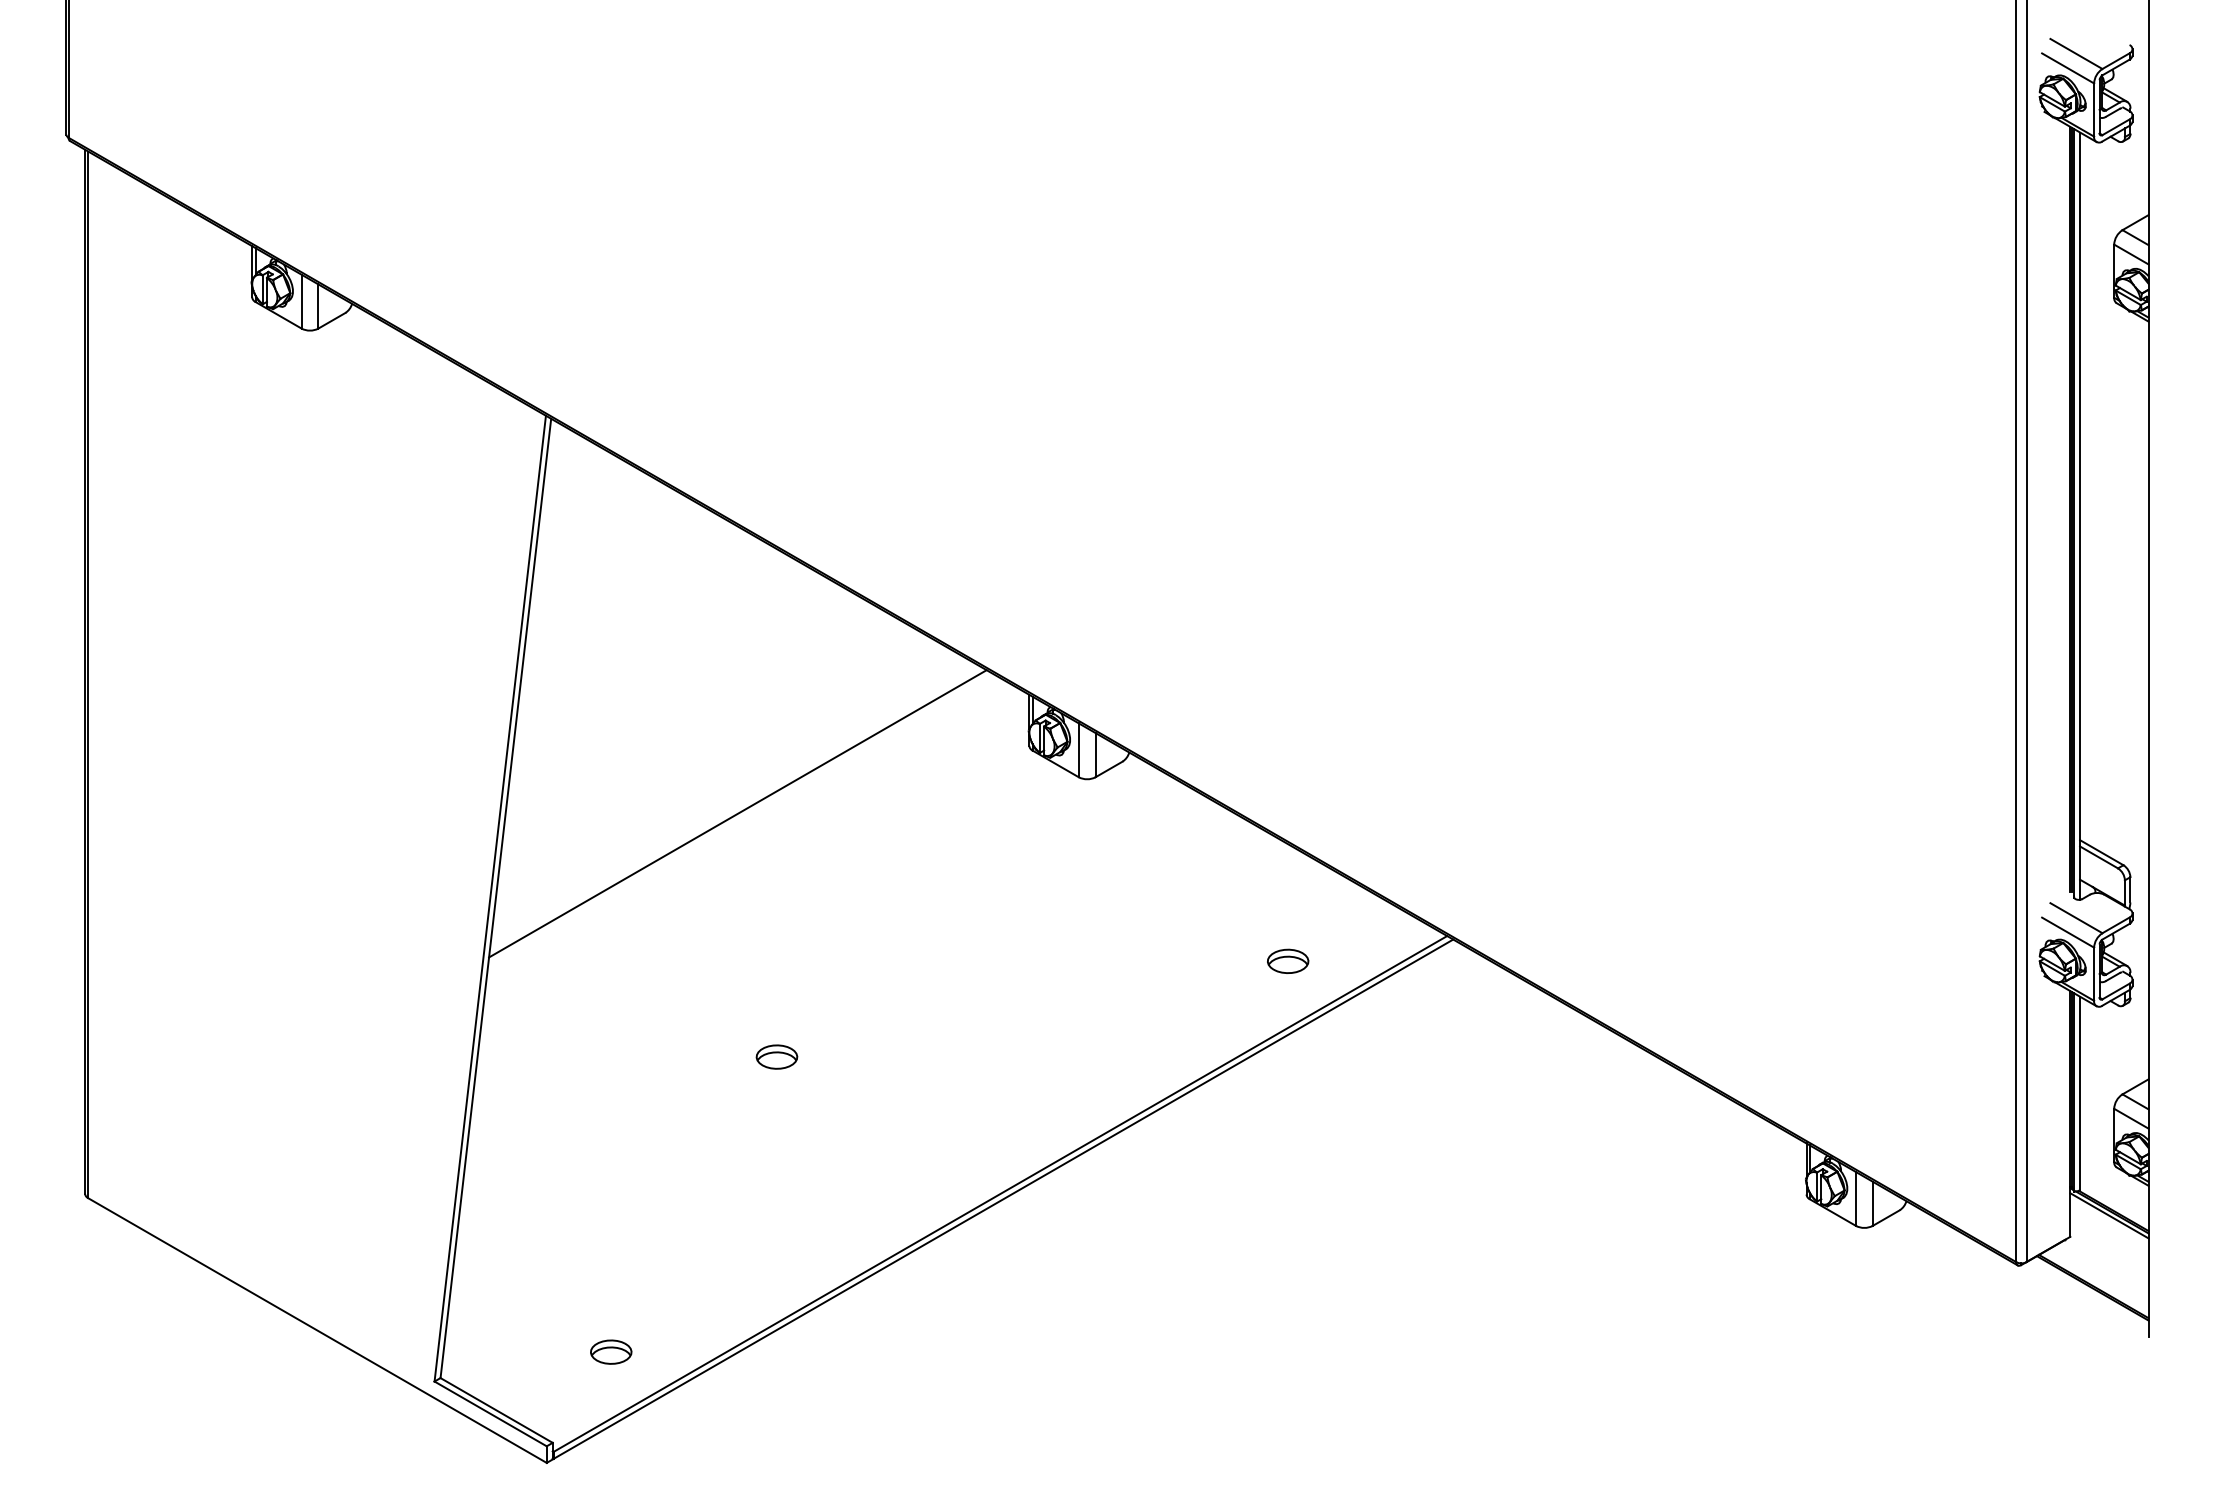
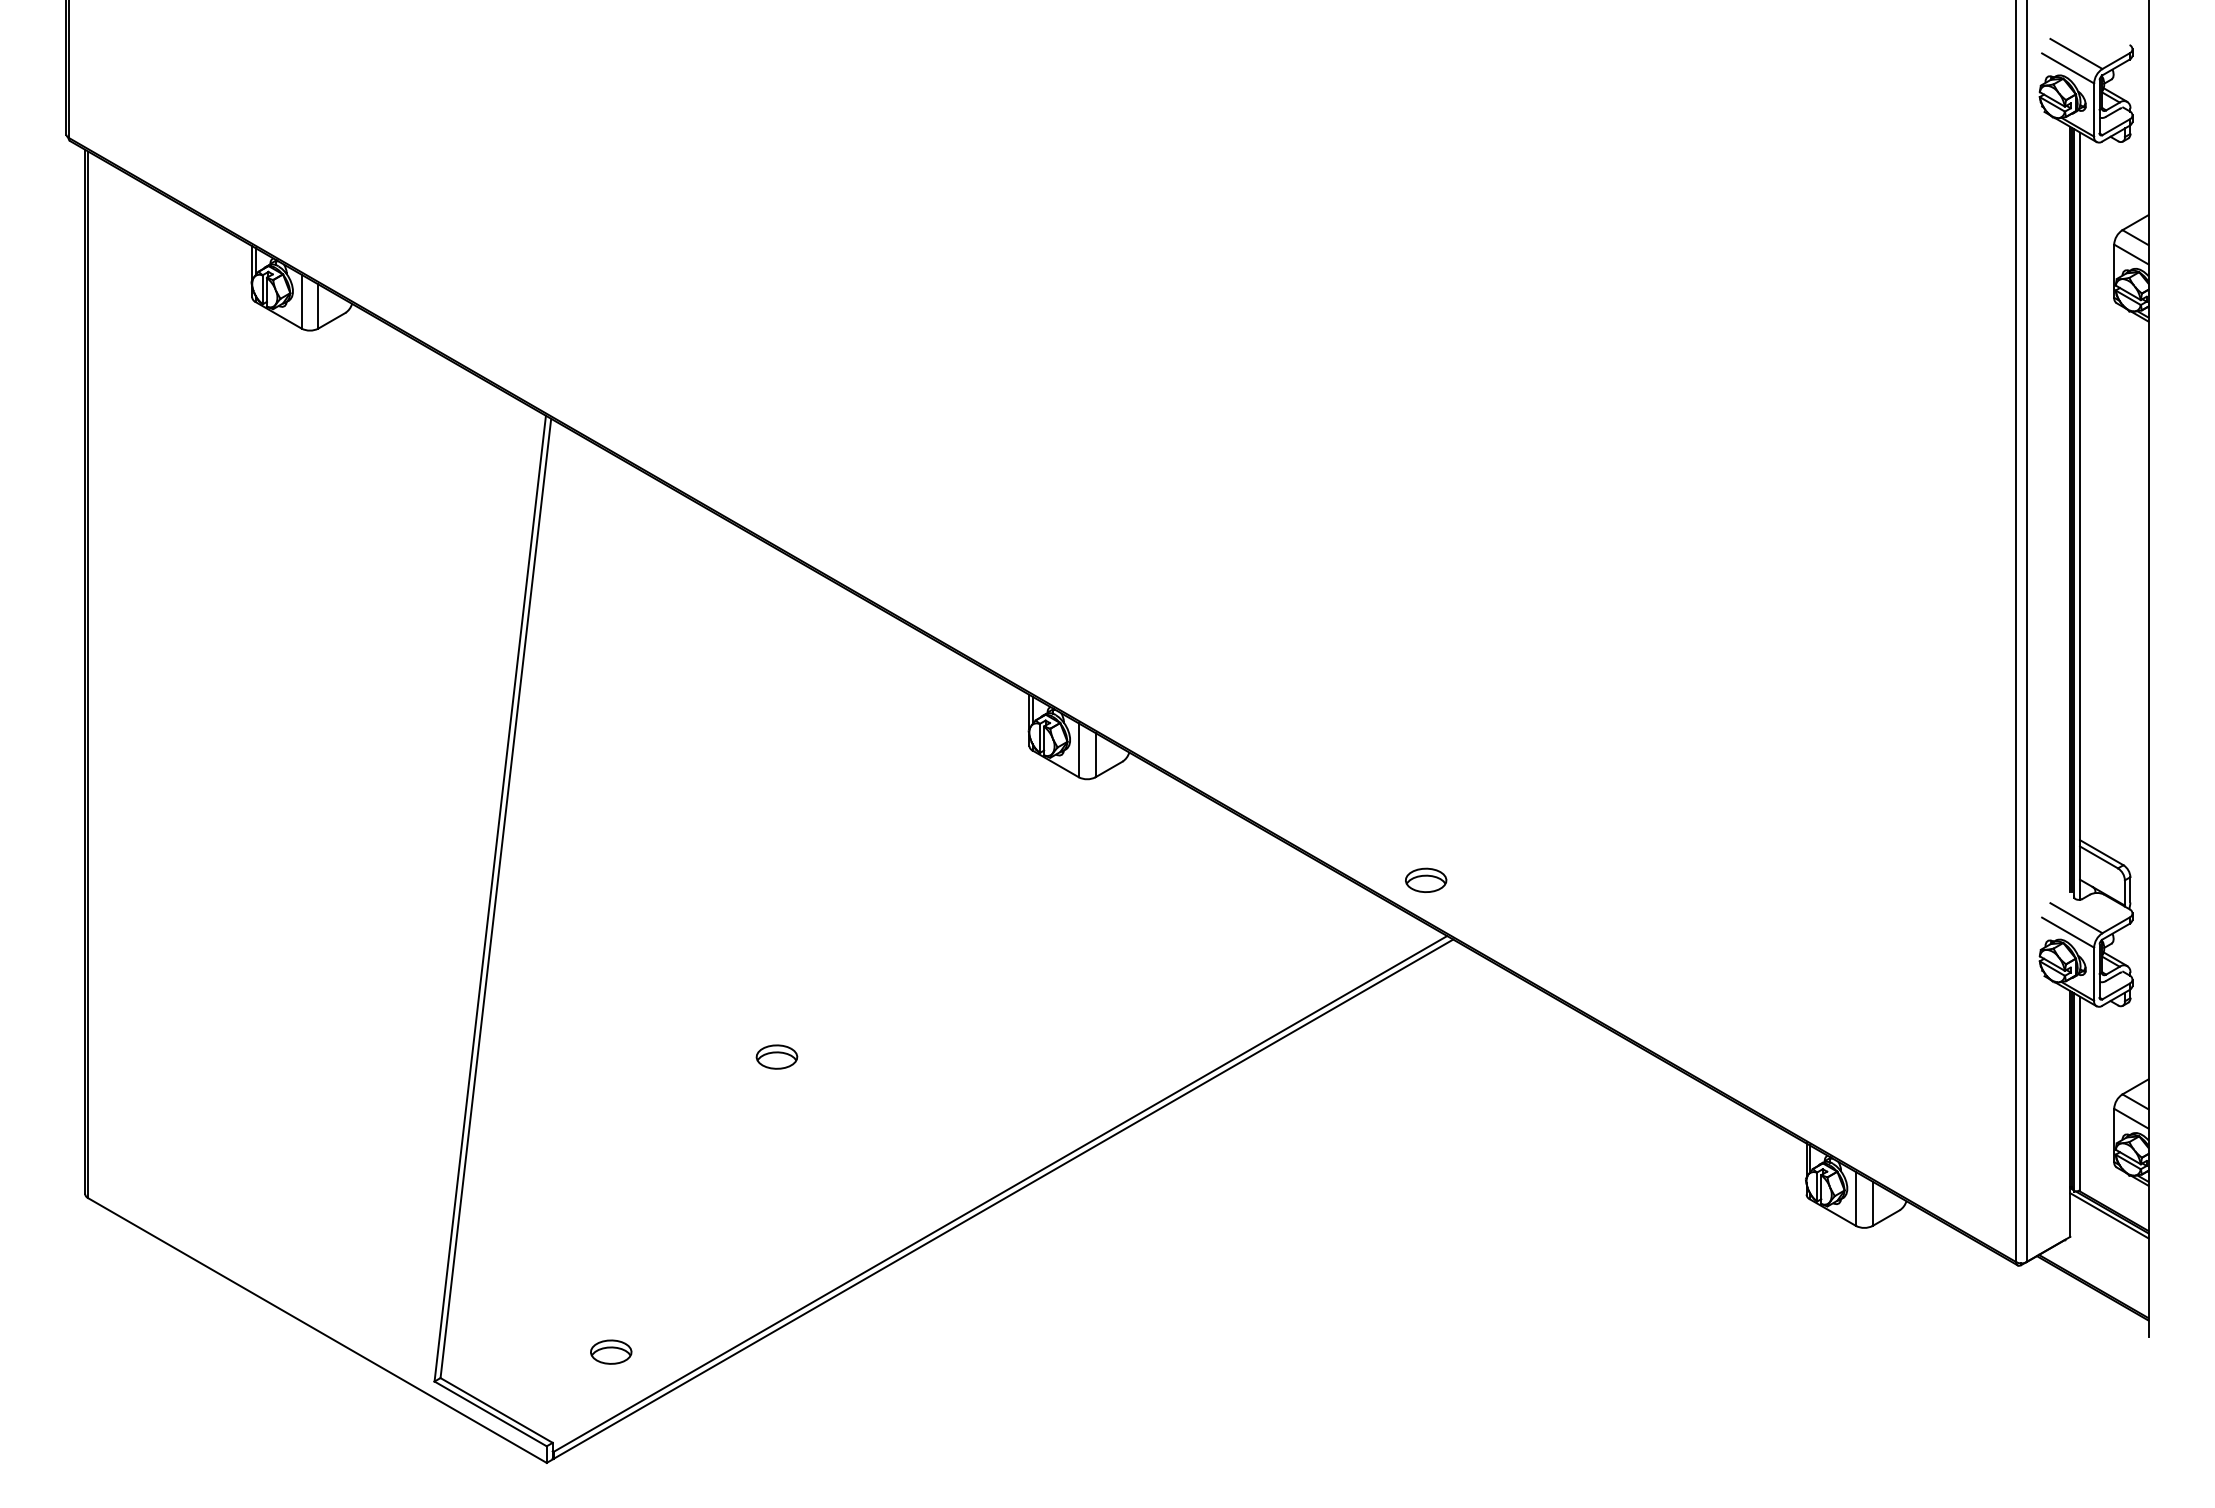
line at (737, 813): present -> none
part at (1288, 960) position: (1288, 960) -> (1426, 879)
